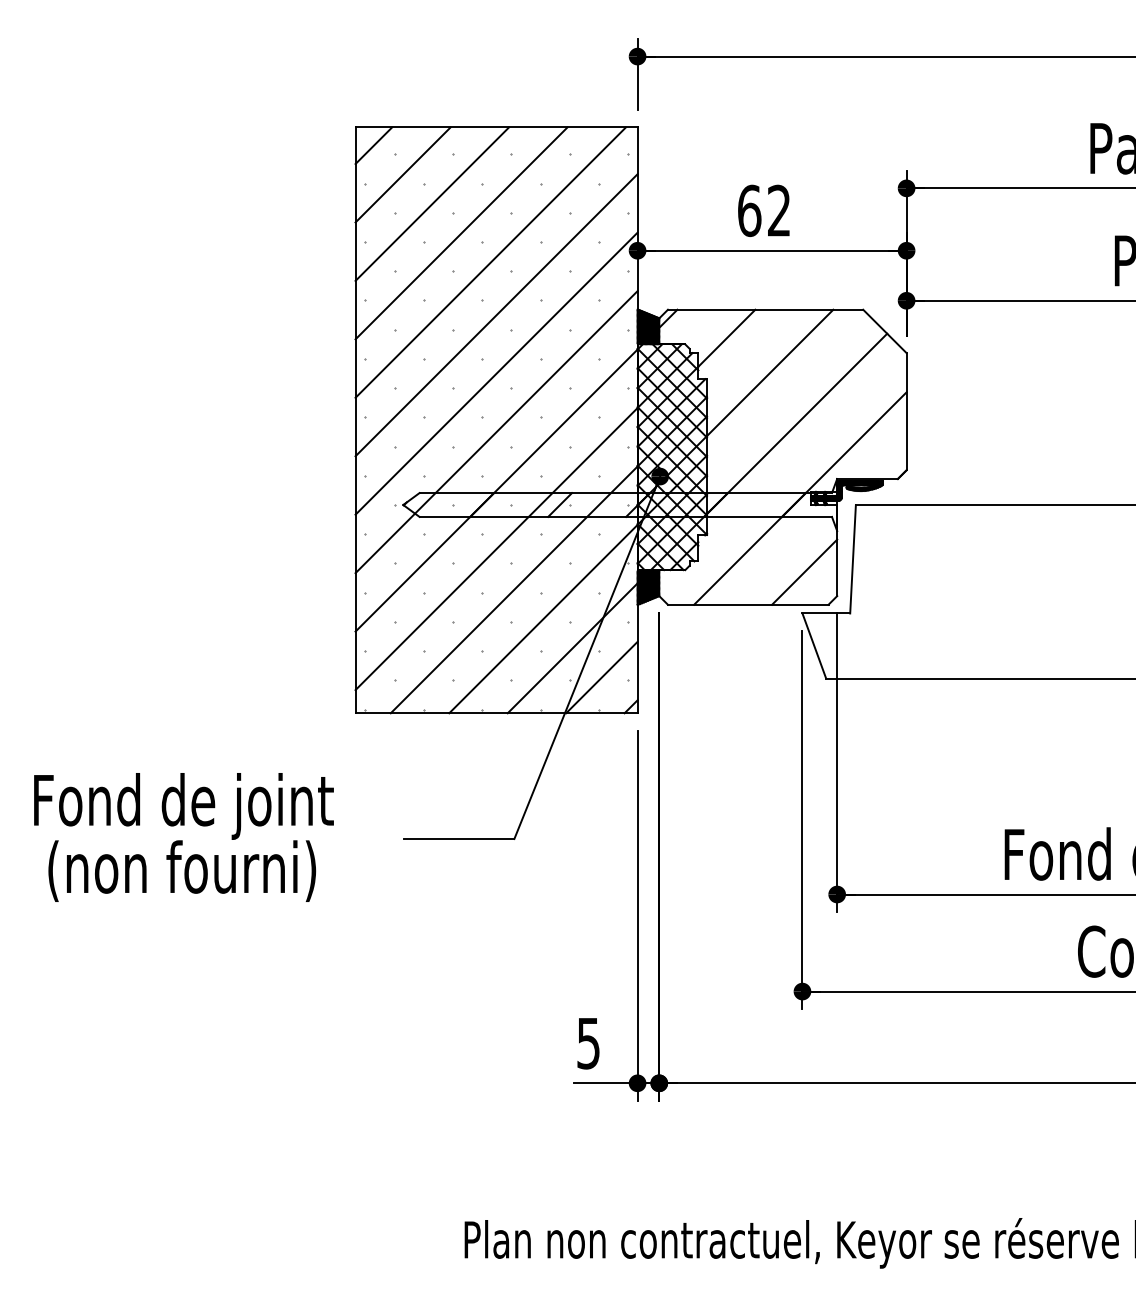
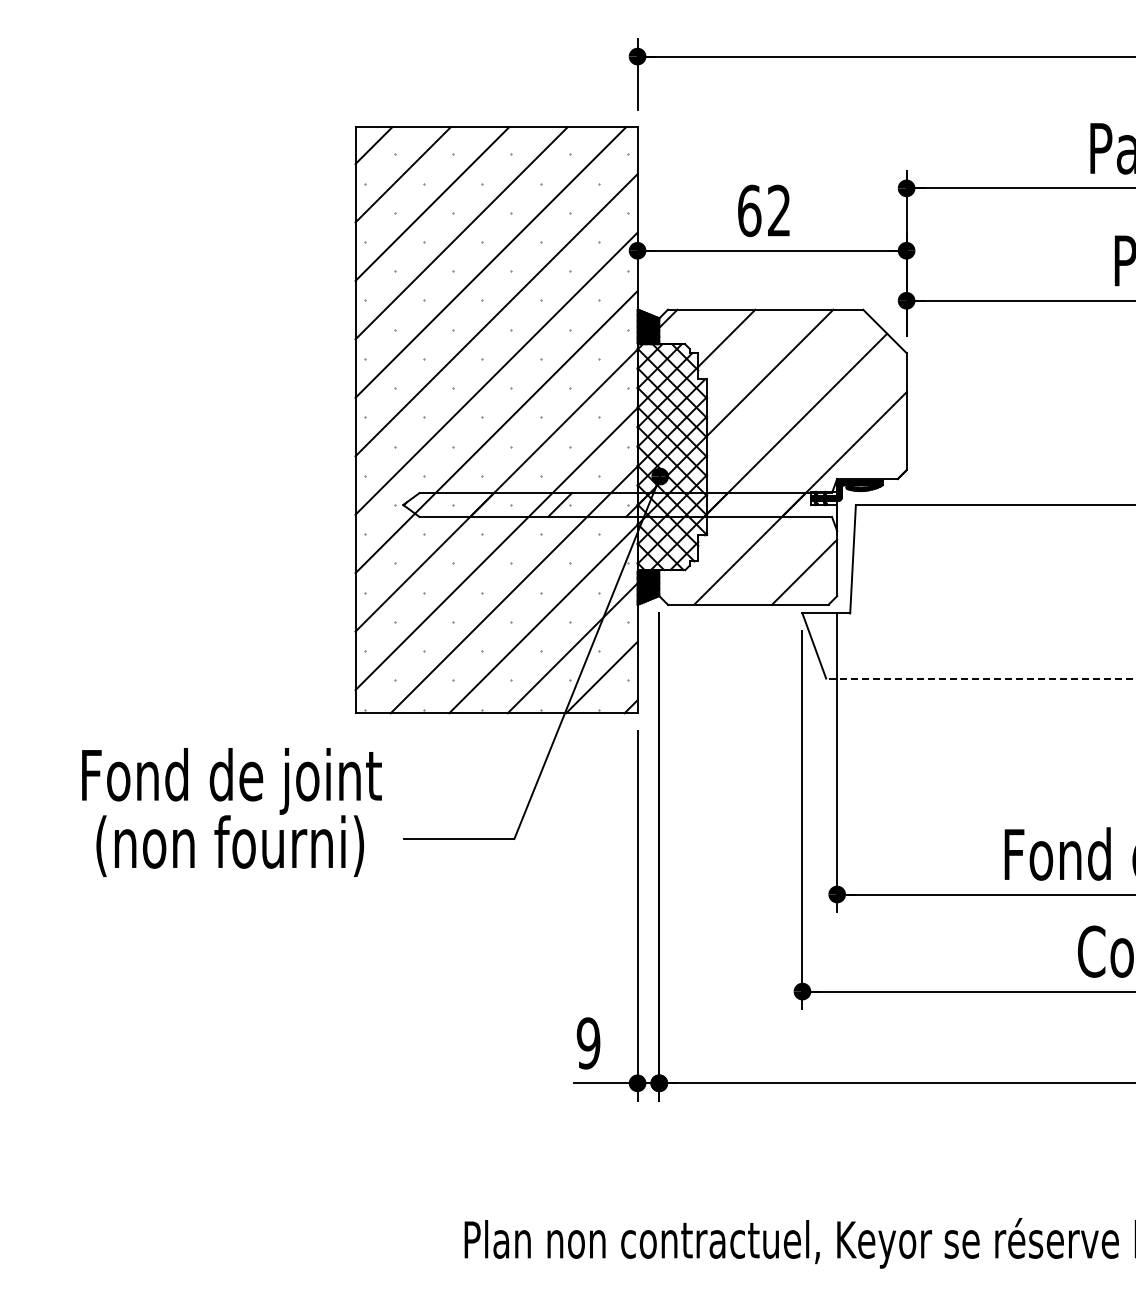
line at (980, 678): solid -> dashed
text at (183, 837) position: (183, 837) -> (231, 812)
text at (588, 1043): 5 -> 9
